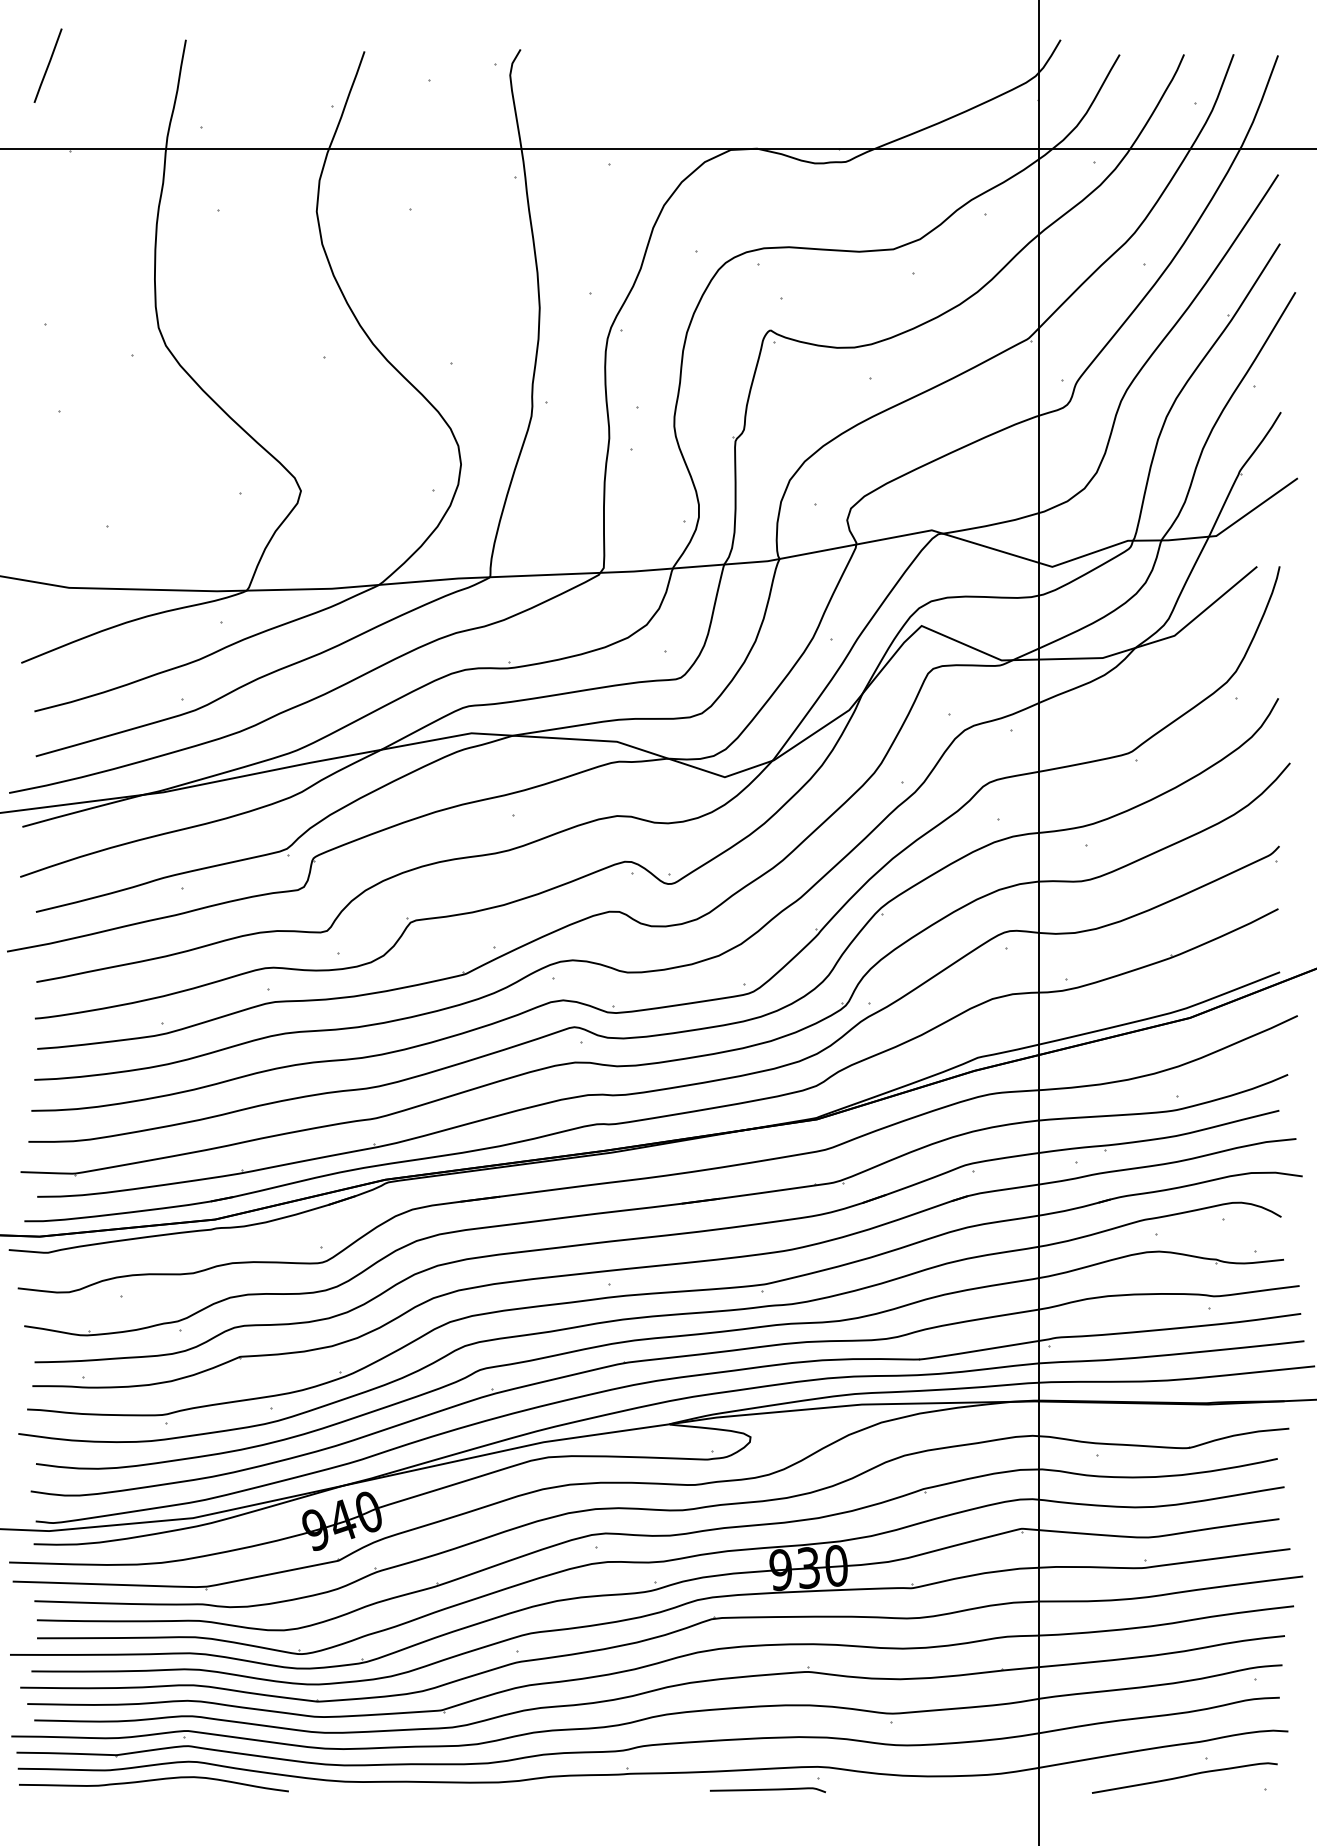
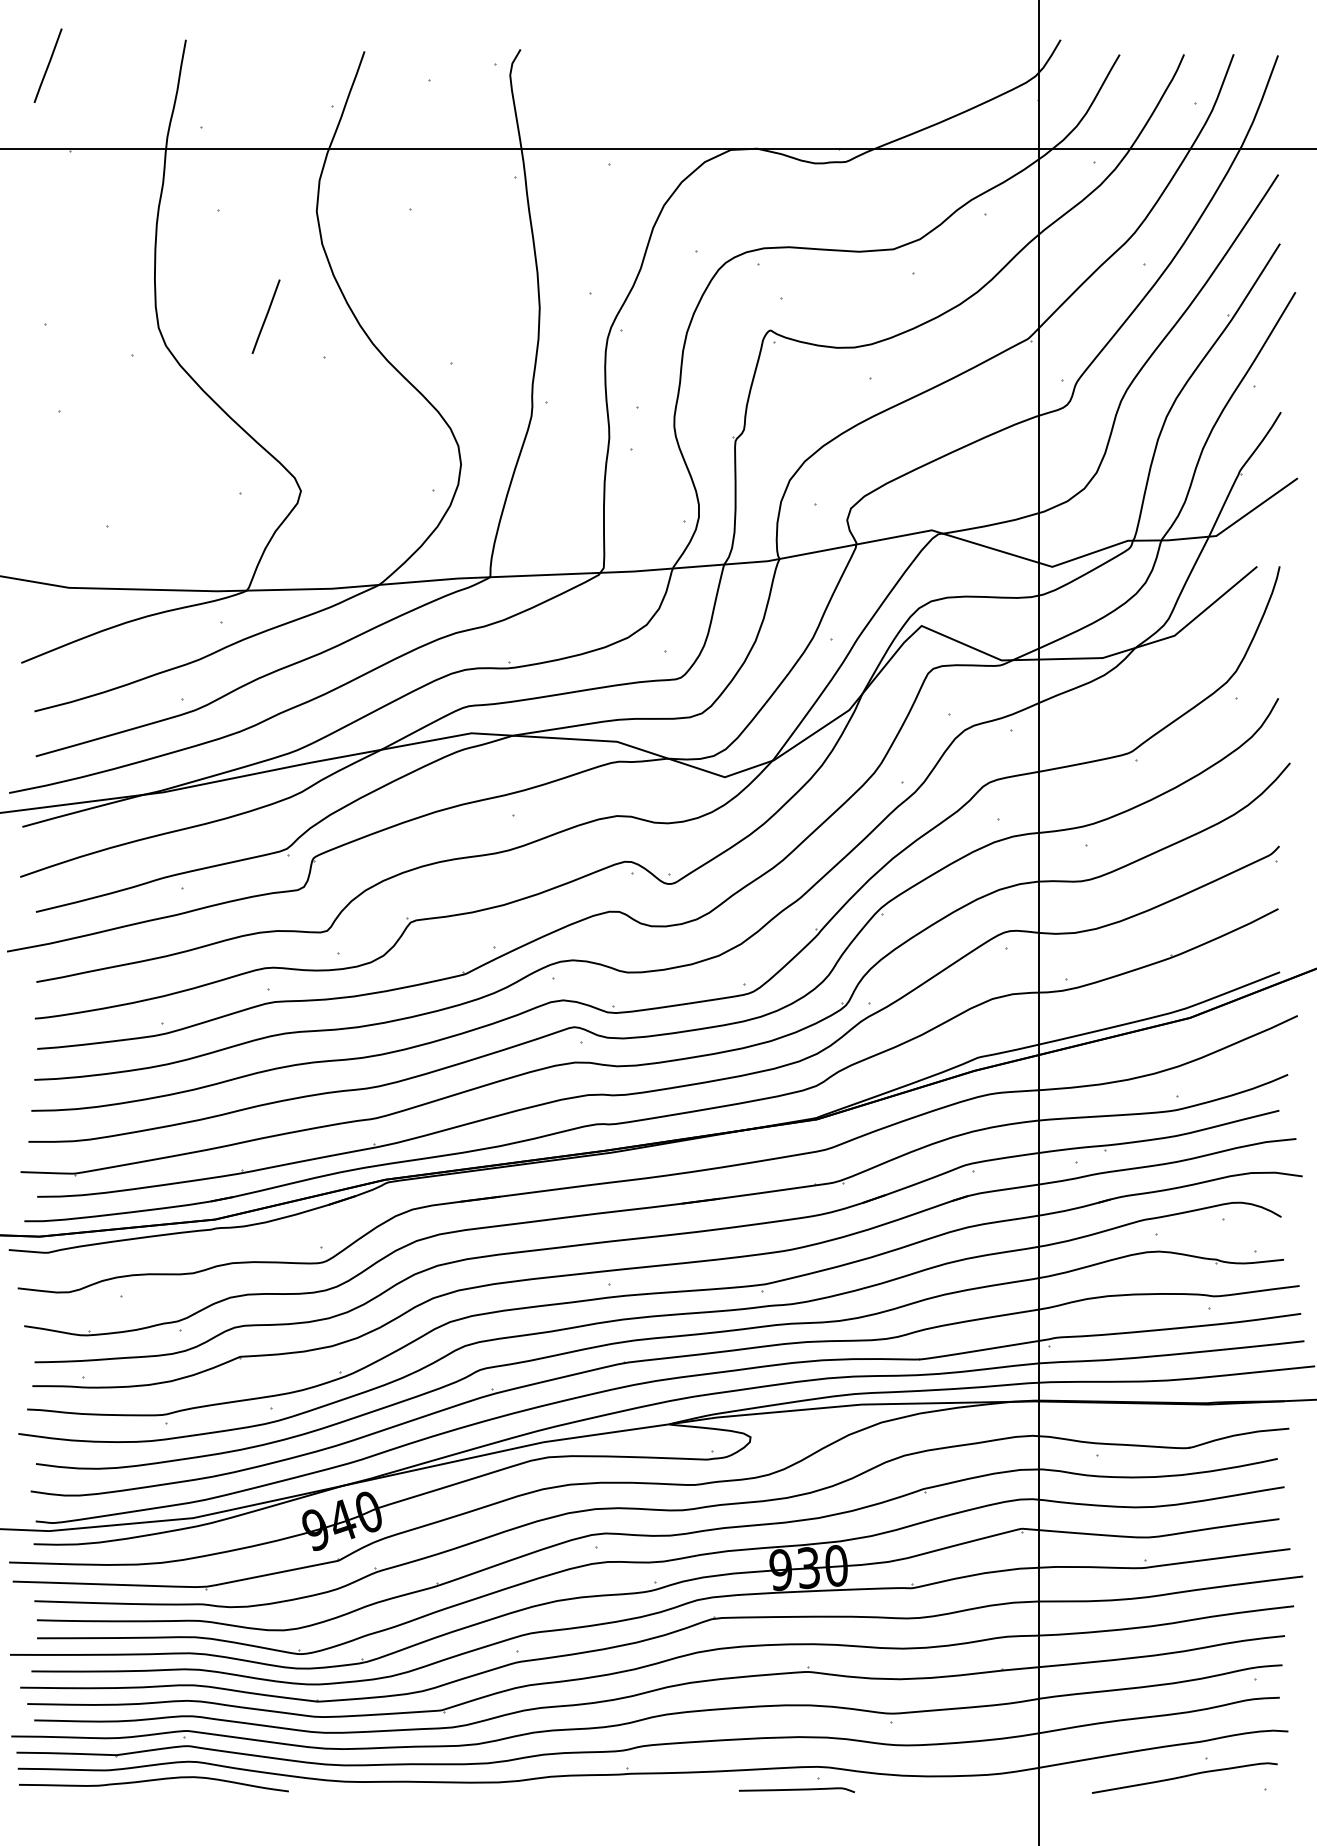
line at (265, 316): none -> present
curve at (767, 1790) position: (767, 1790) -> (796, 1790)
